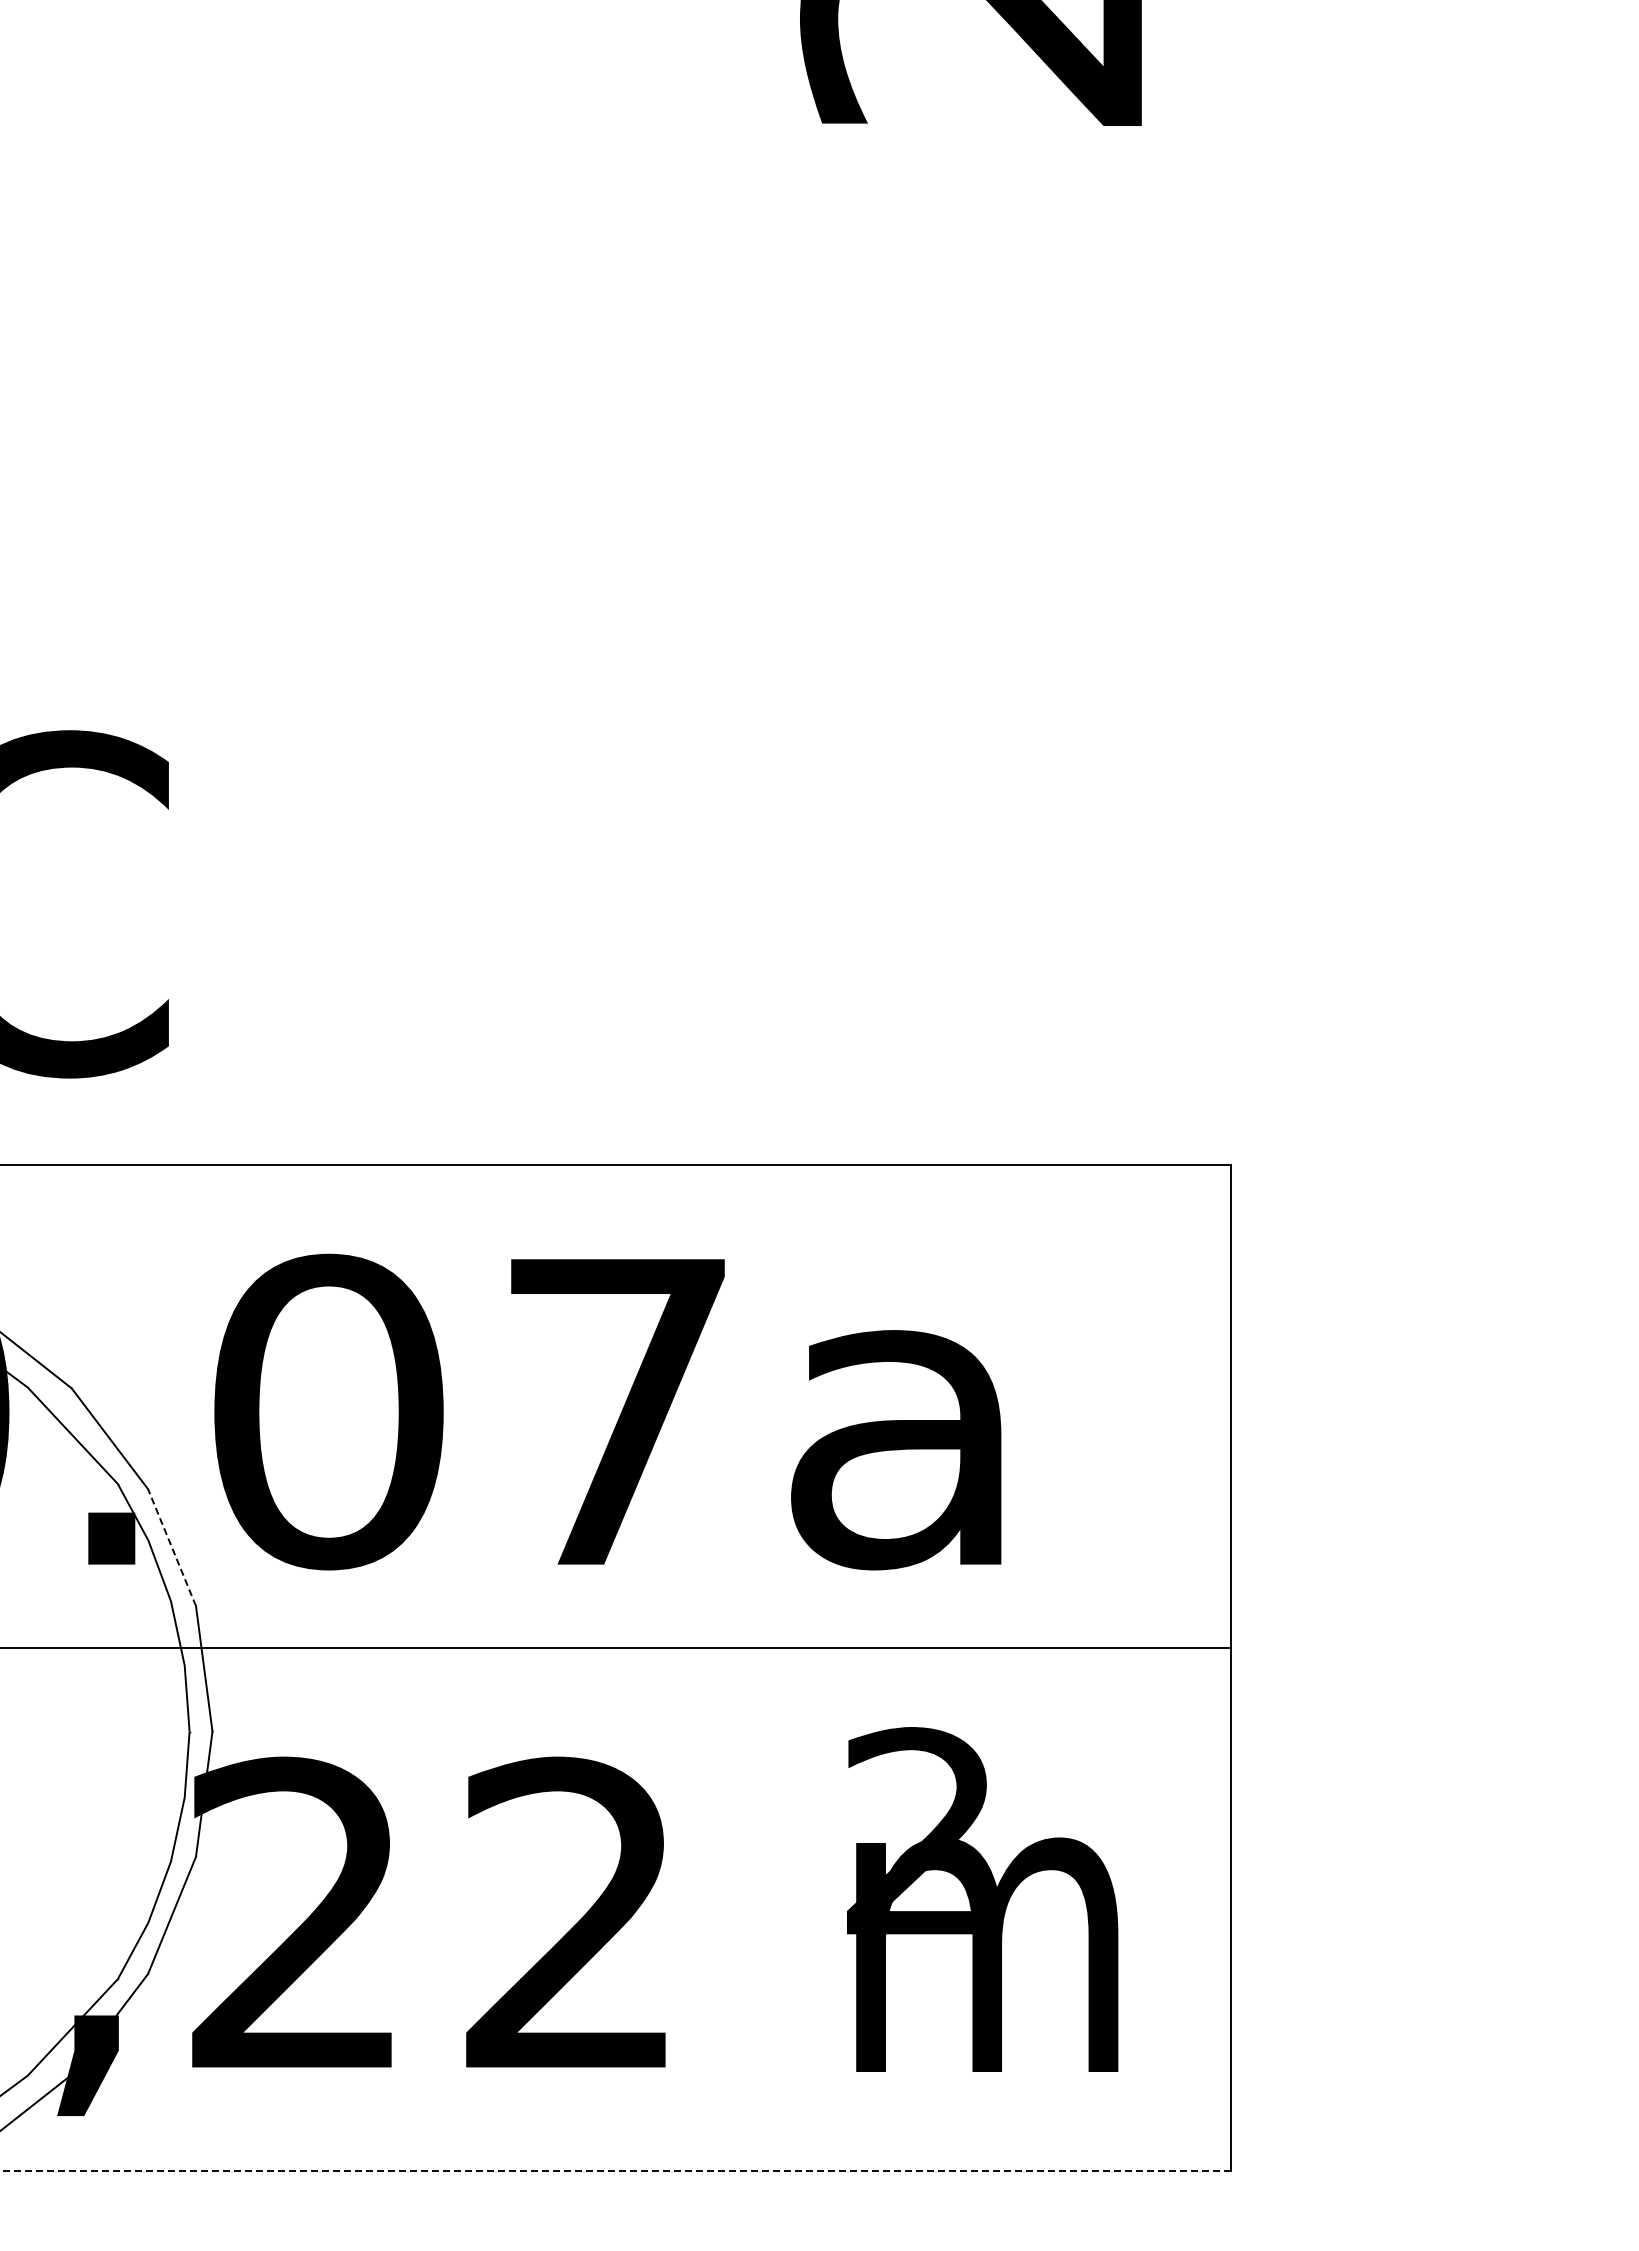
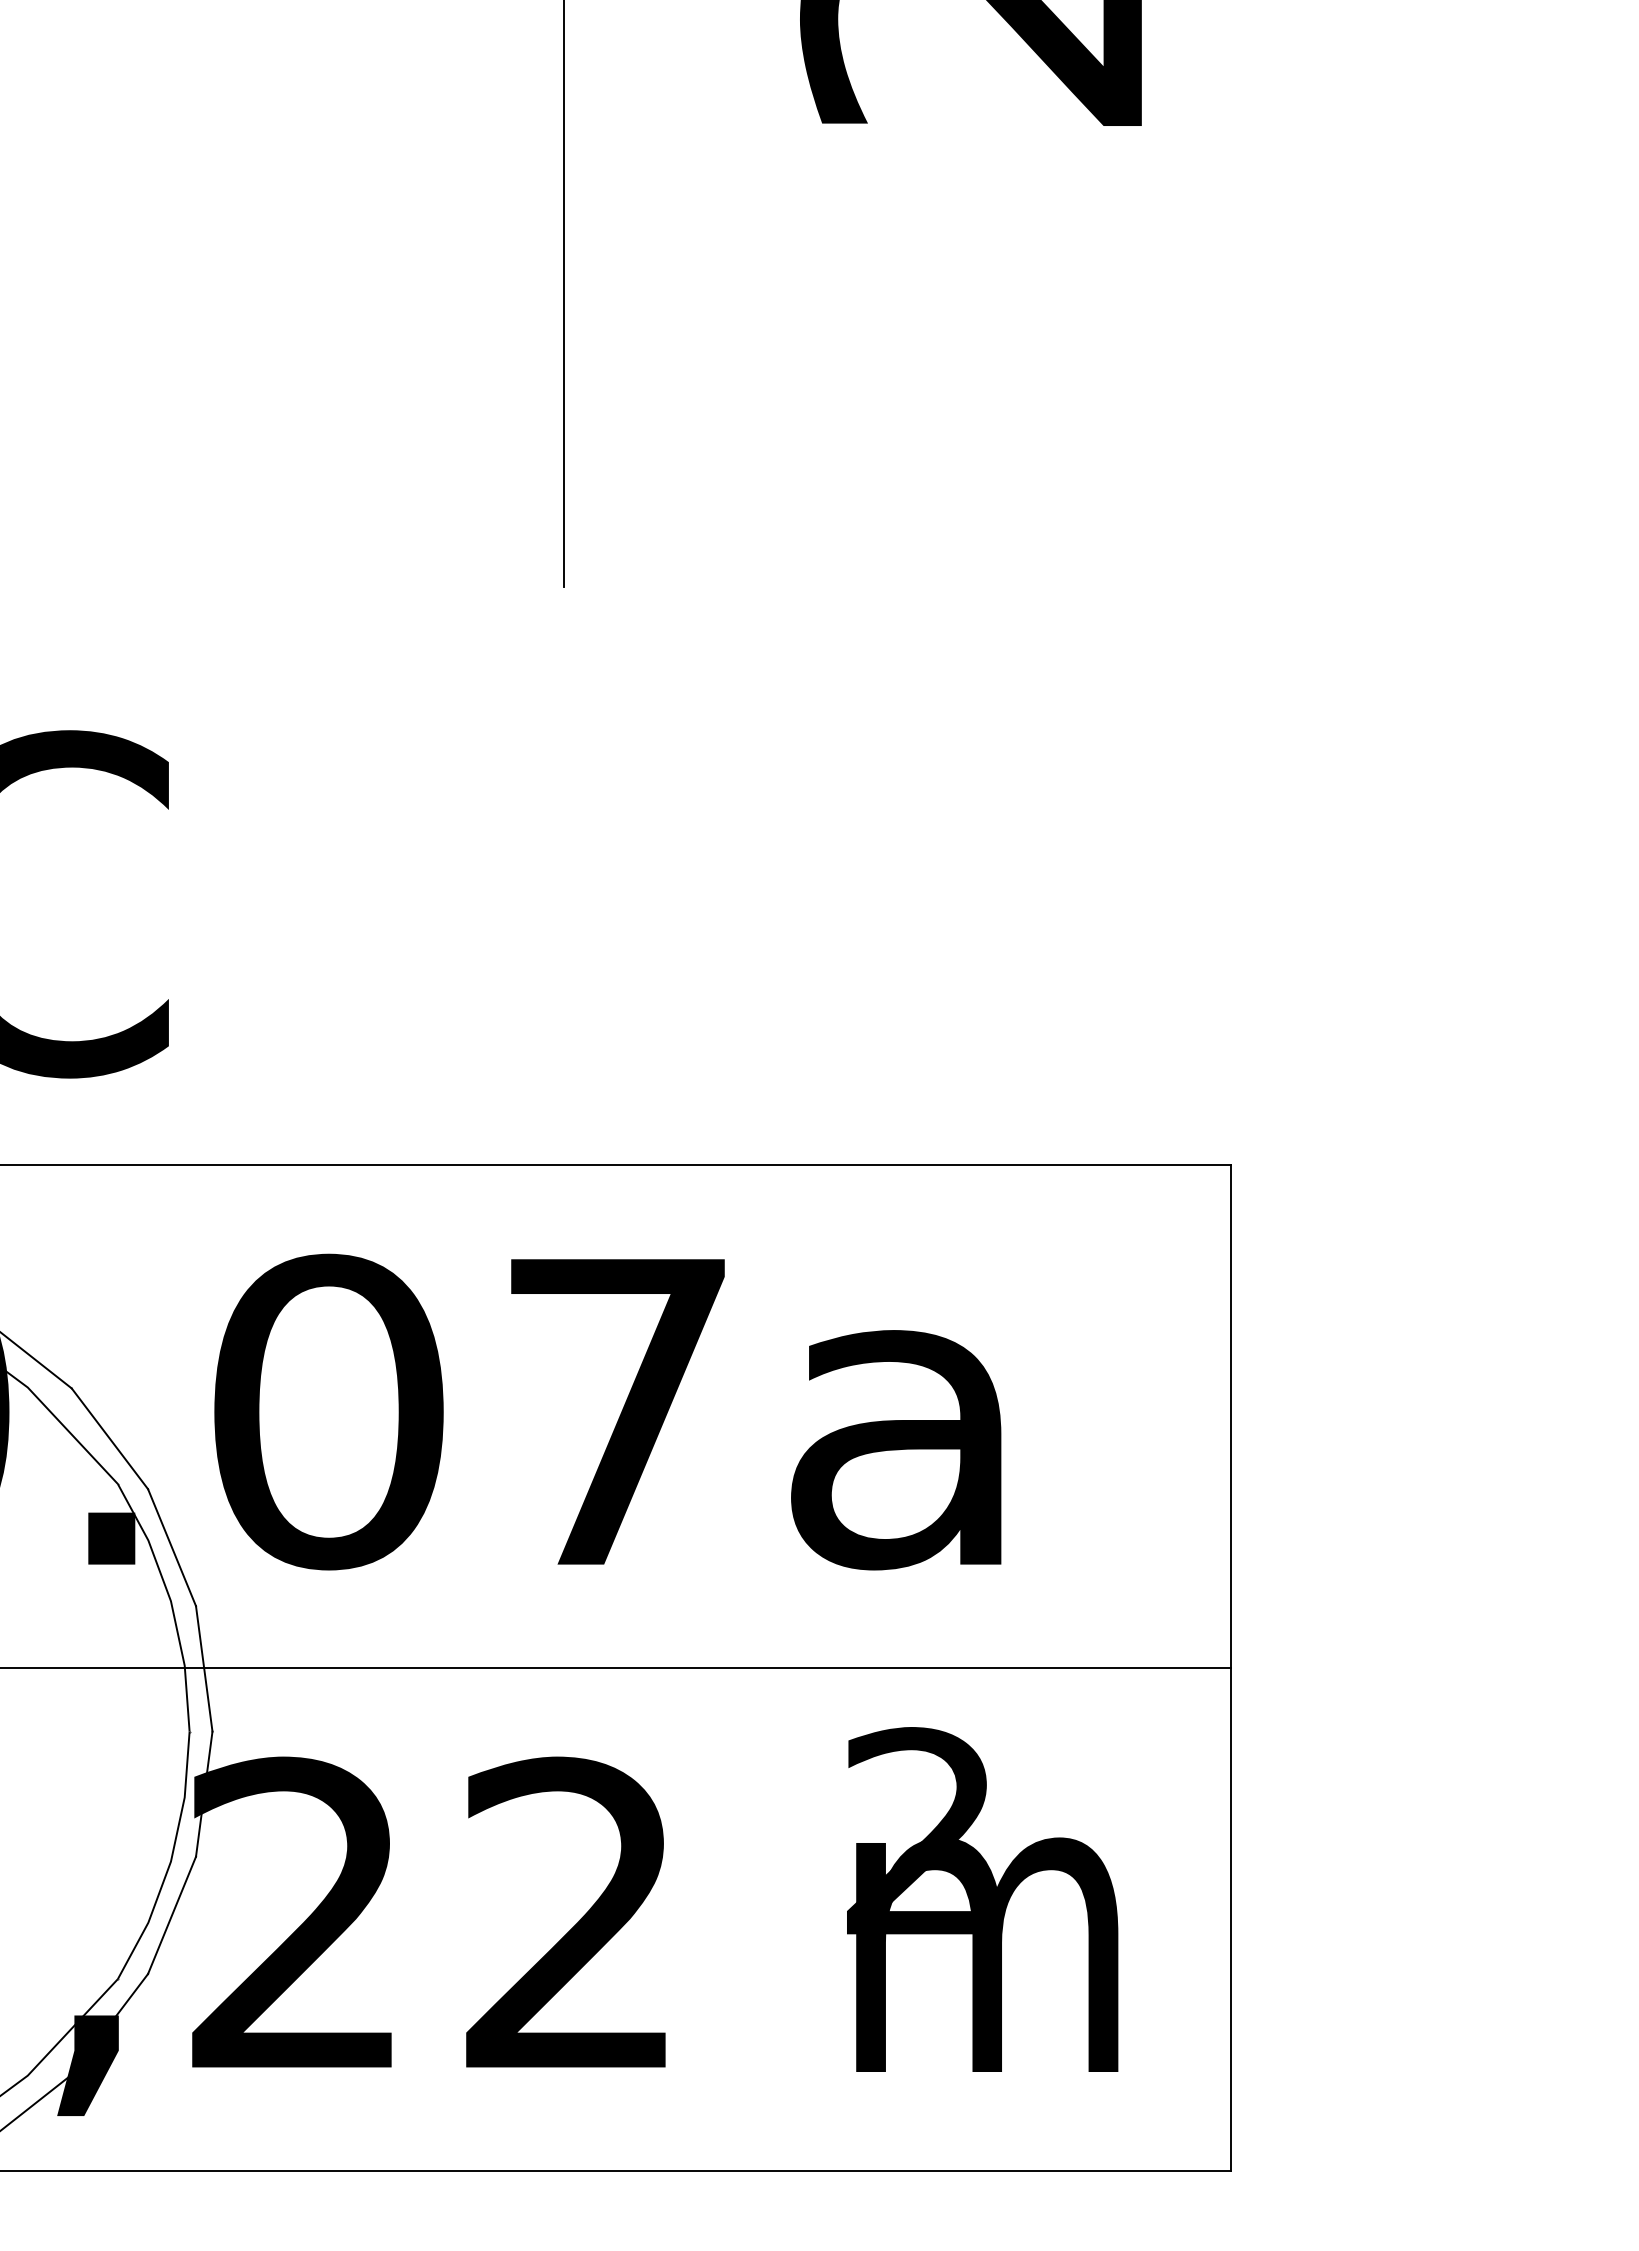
line at (563, 294): none -> present
line at (171, 1547): dashed -> solid
line at (616, 1647) position: (616, 1647) -> (616, 1667)
line at (615, 2170): dashed -> solid
